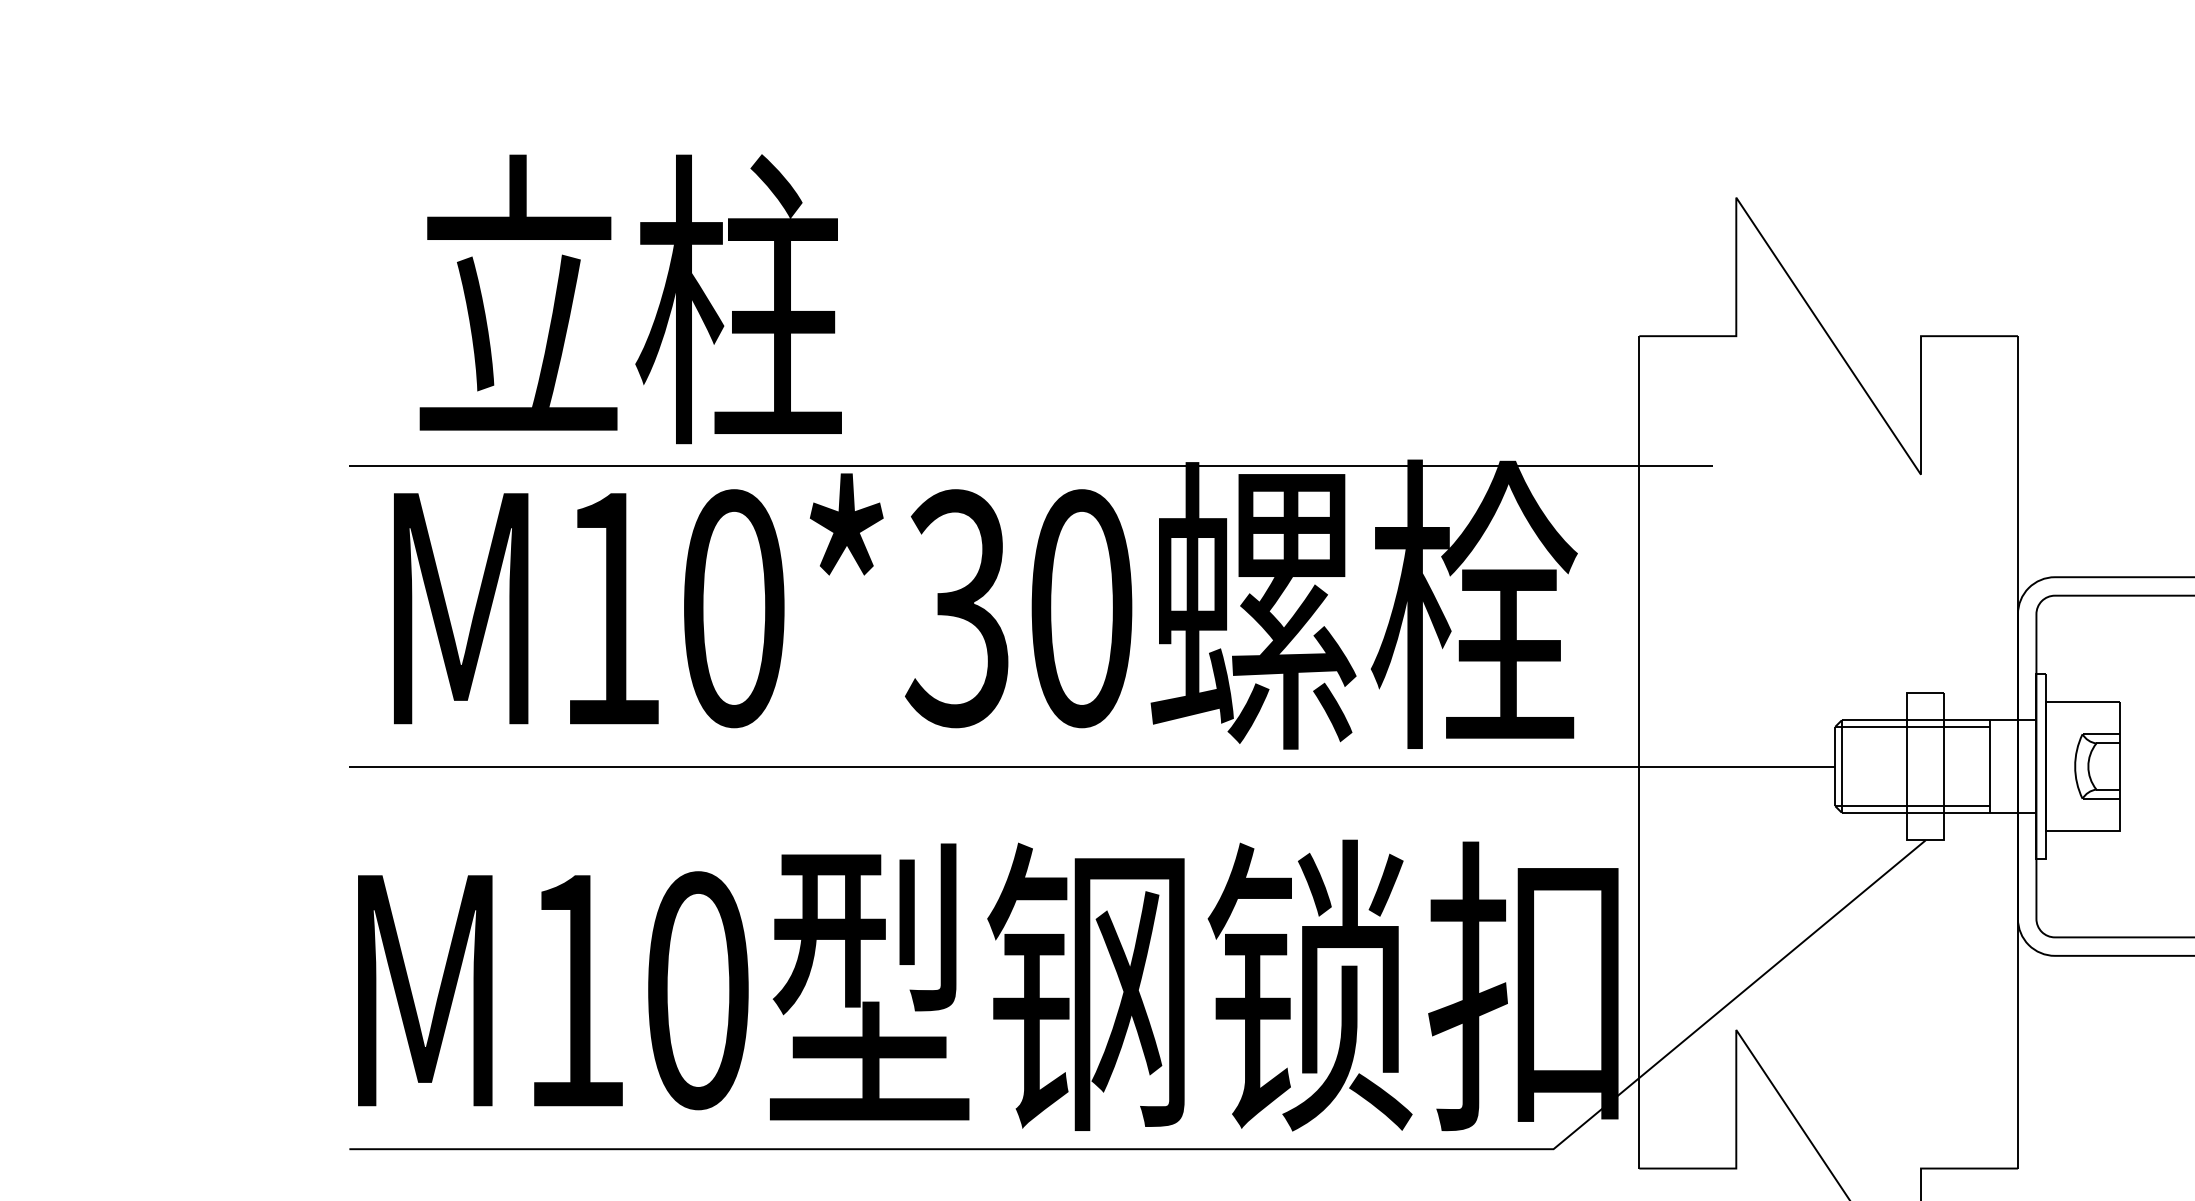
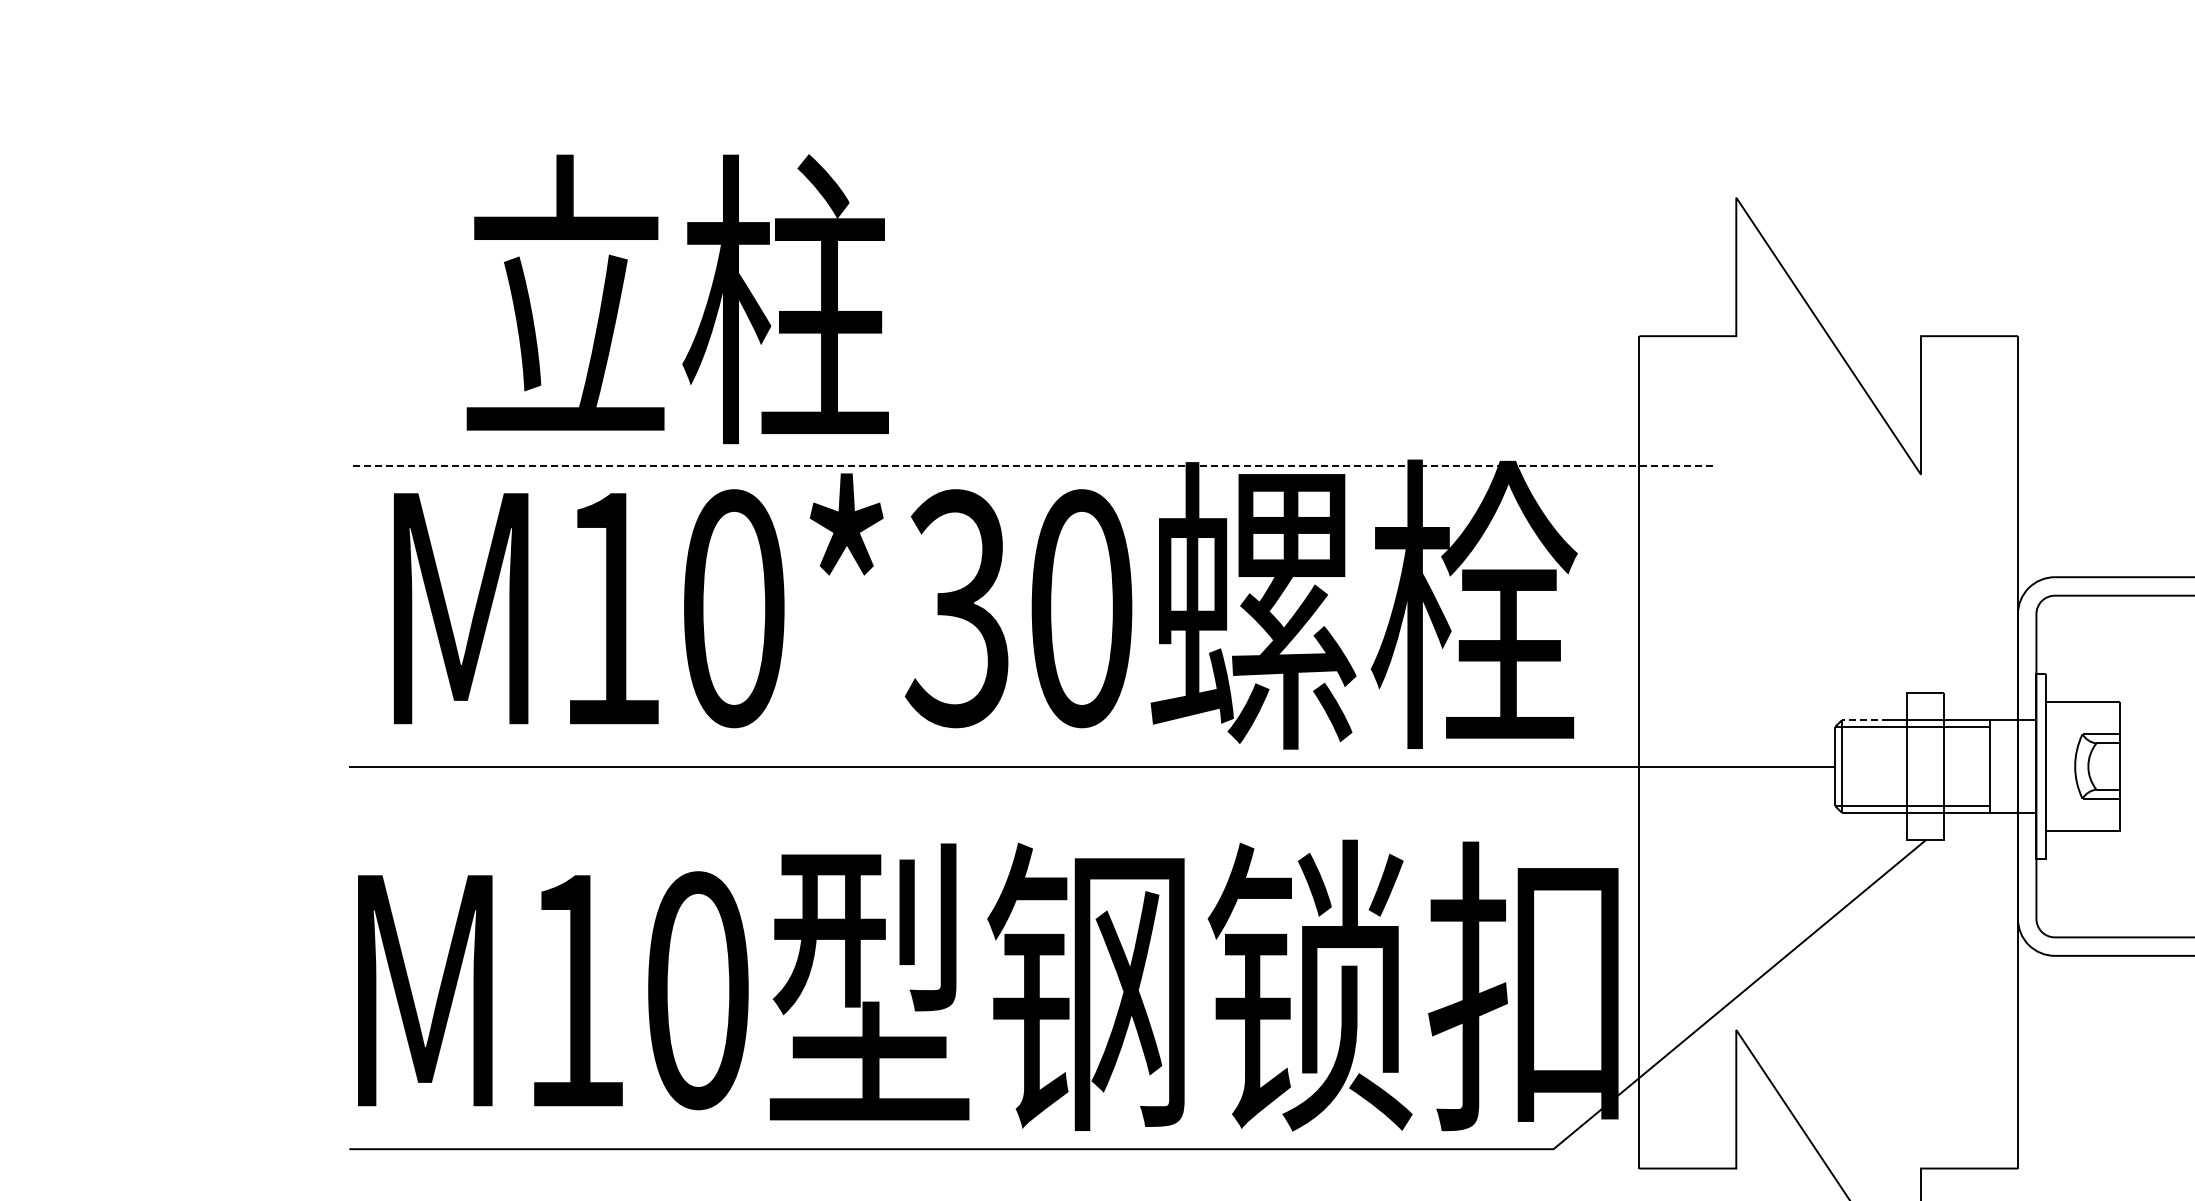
text at (630, 299) position: (630, 299) -> (677, 299)
line at (1031, 466): solid -> dashed
line at (1864, 720): solid -> dashed
